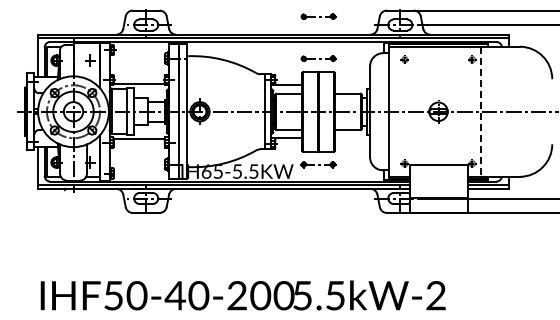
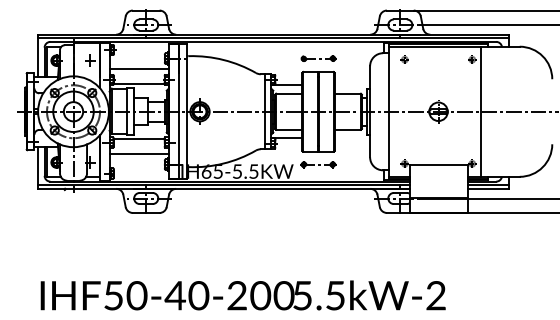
part at (318, 16): present -> none
line at (139, 68): none -> present
line at (480, 112): dashed -> solid
line at (139, 154): none -> present
